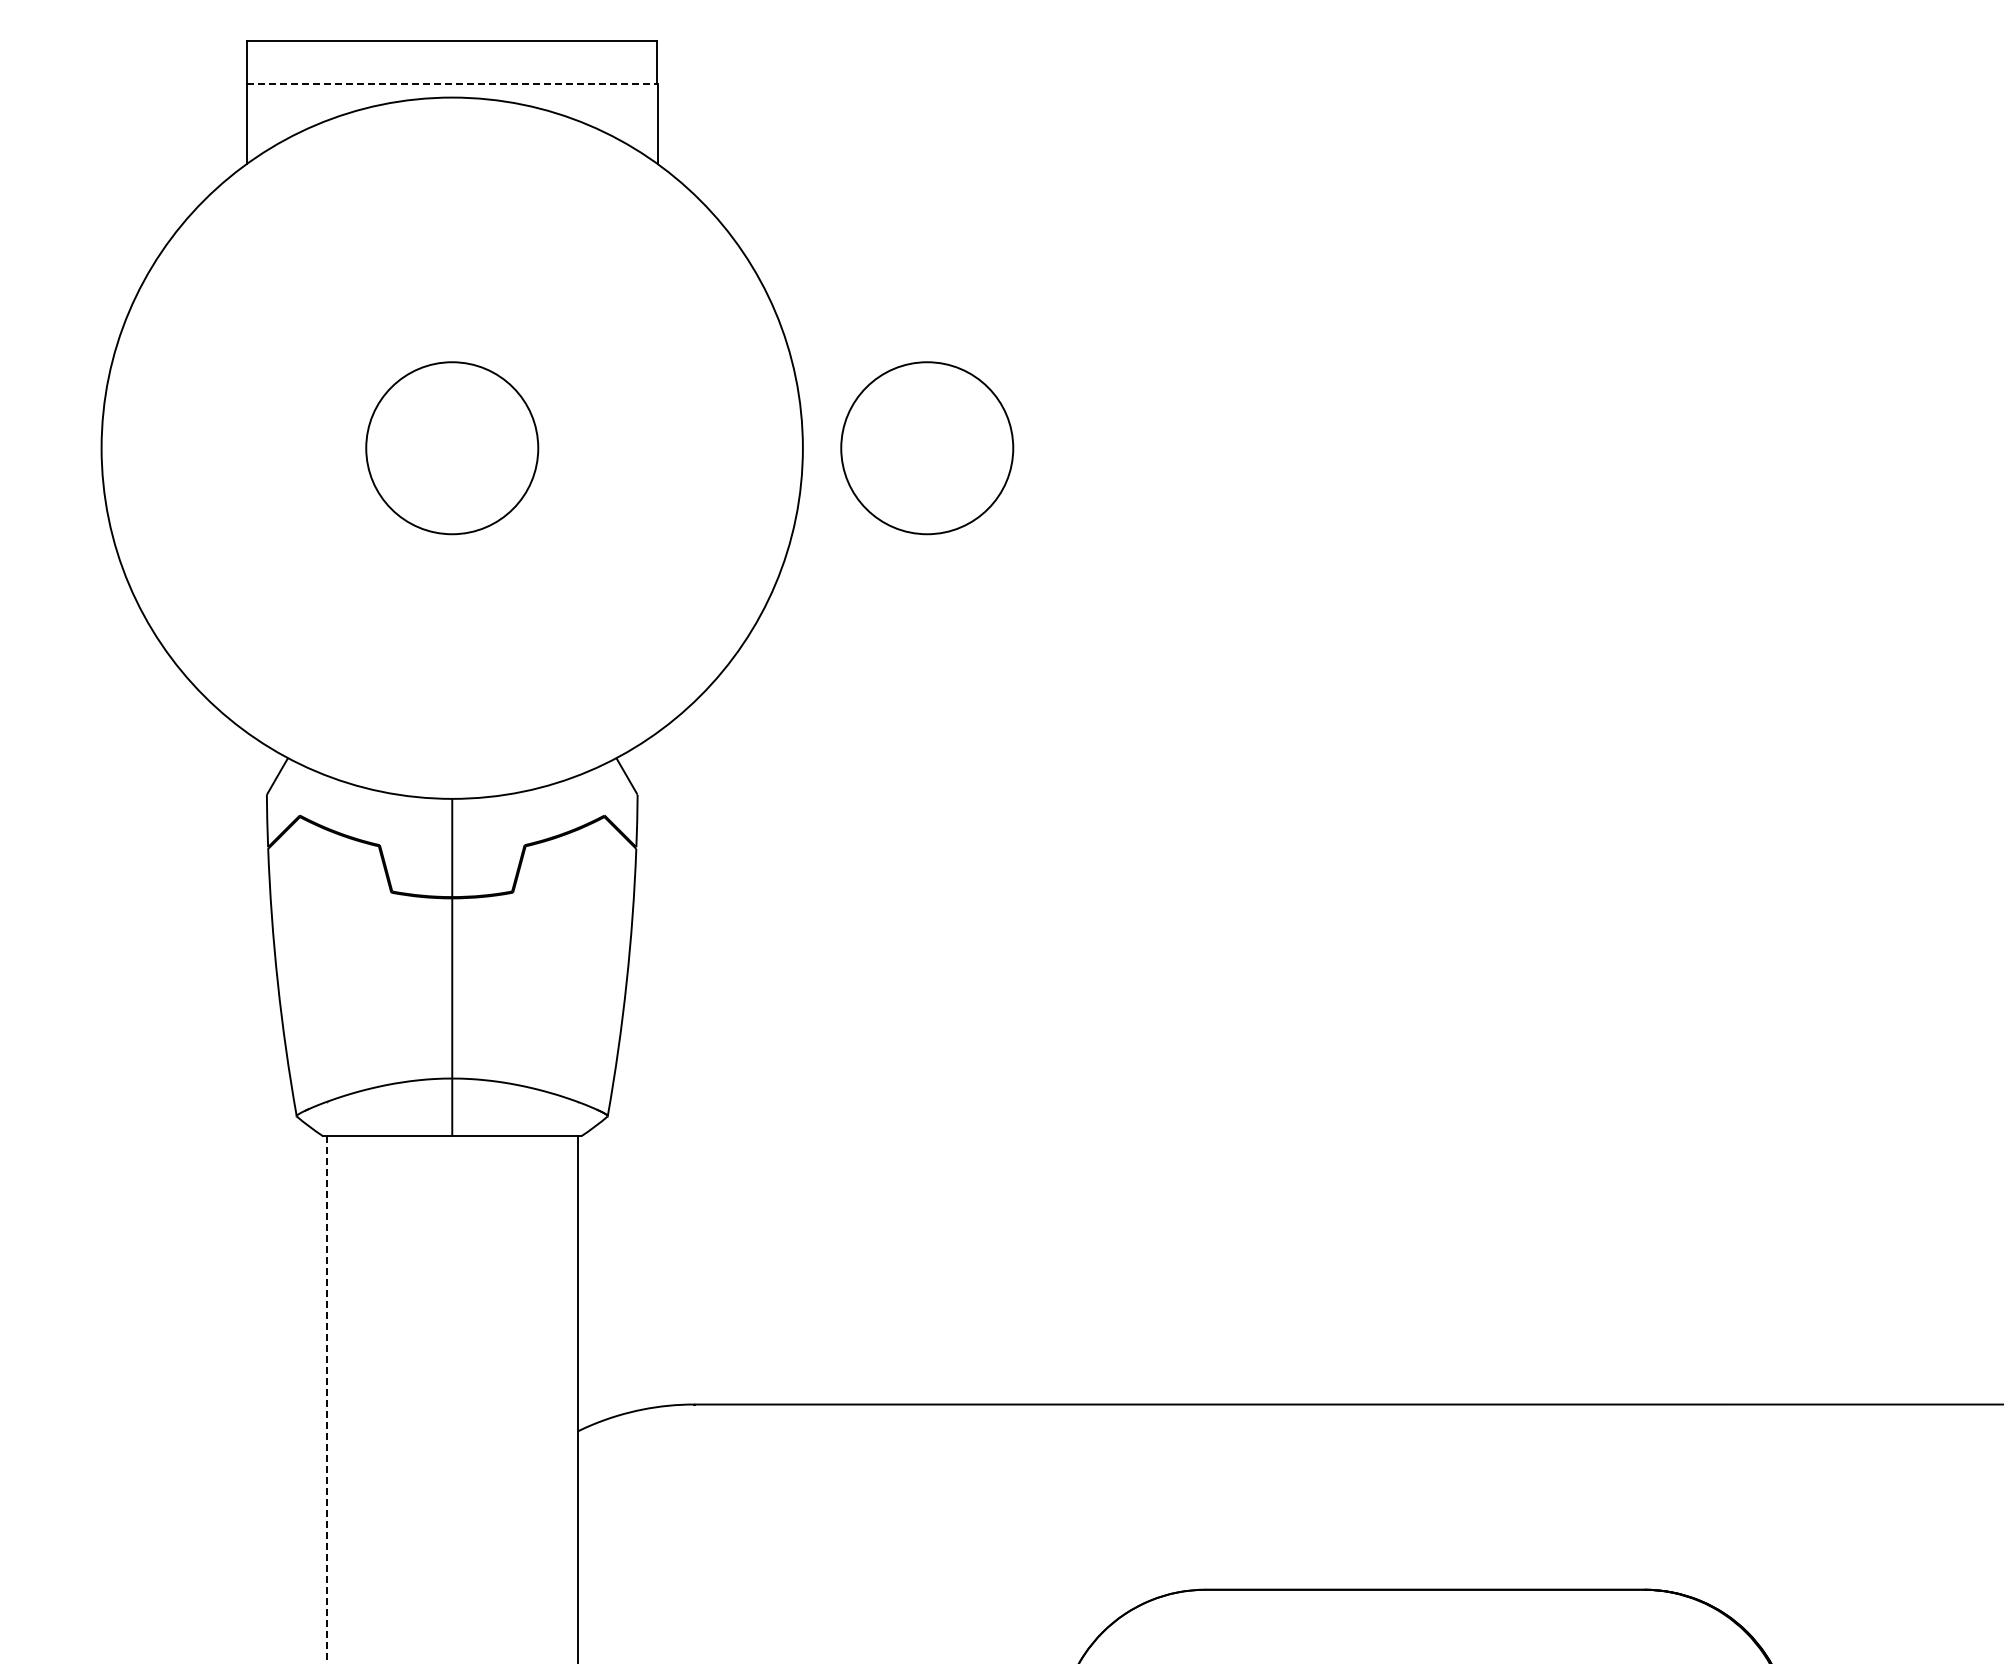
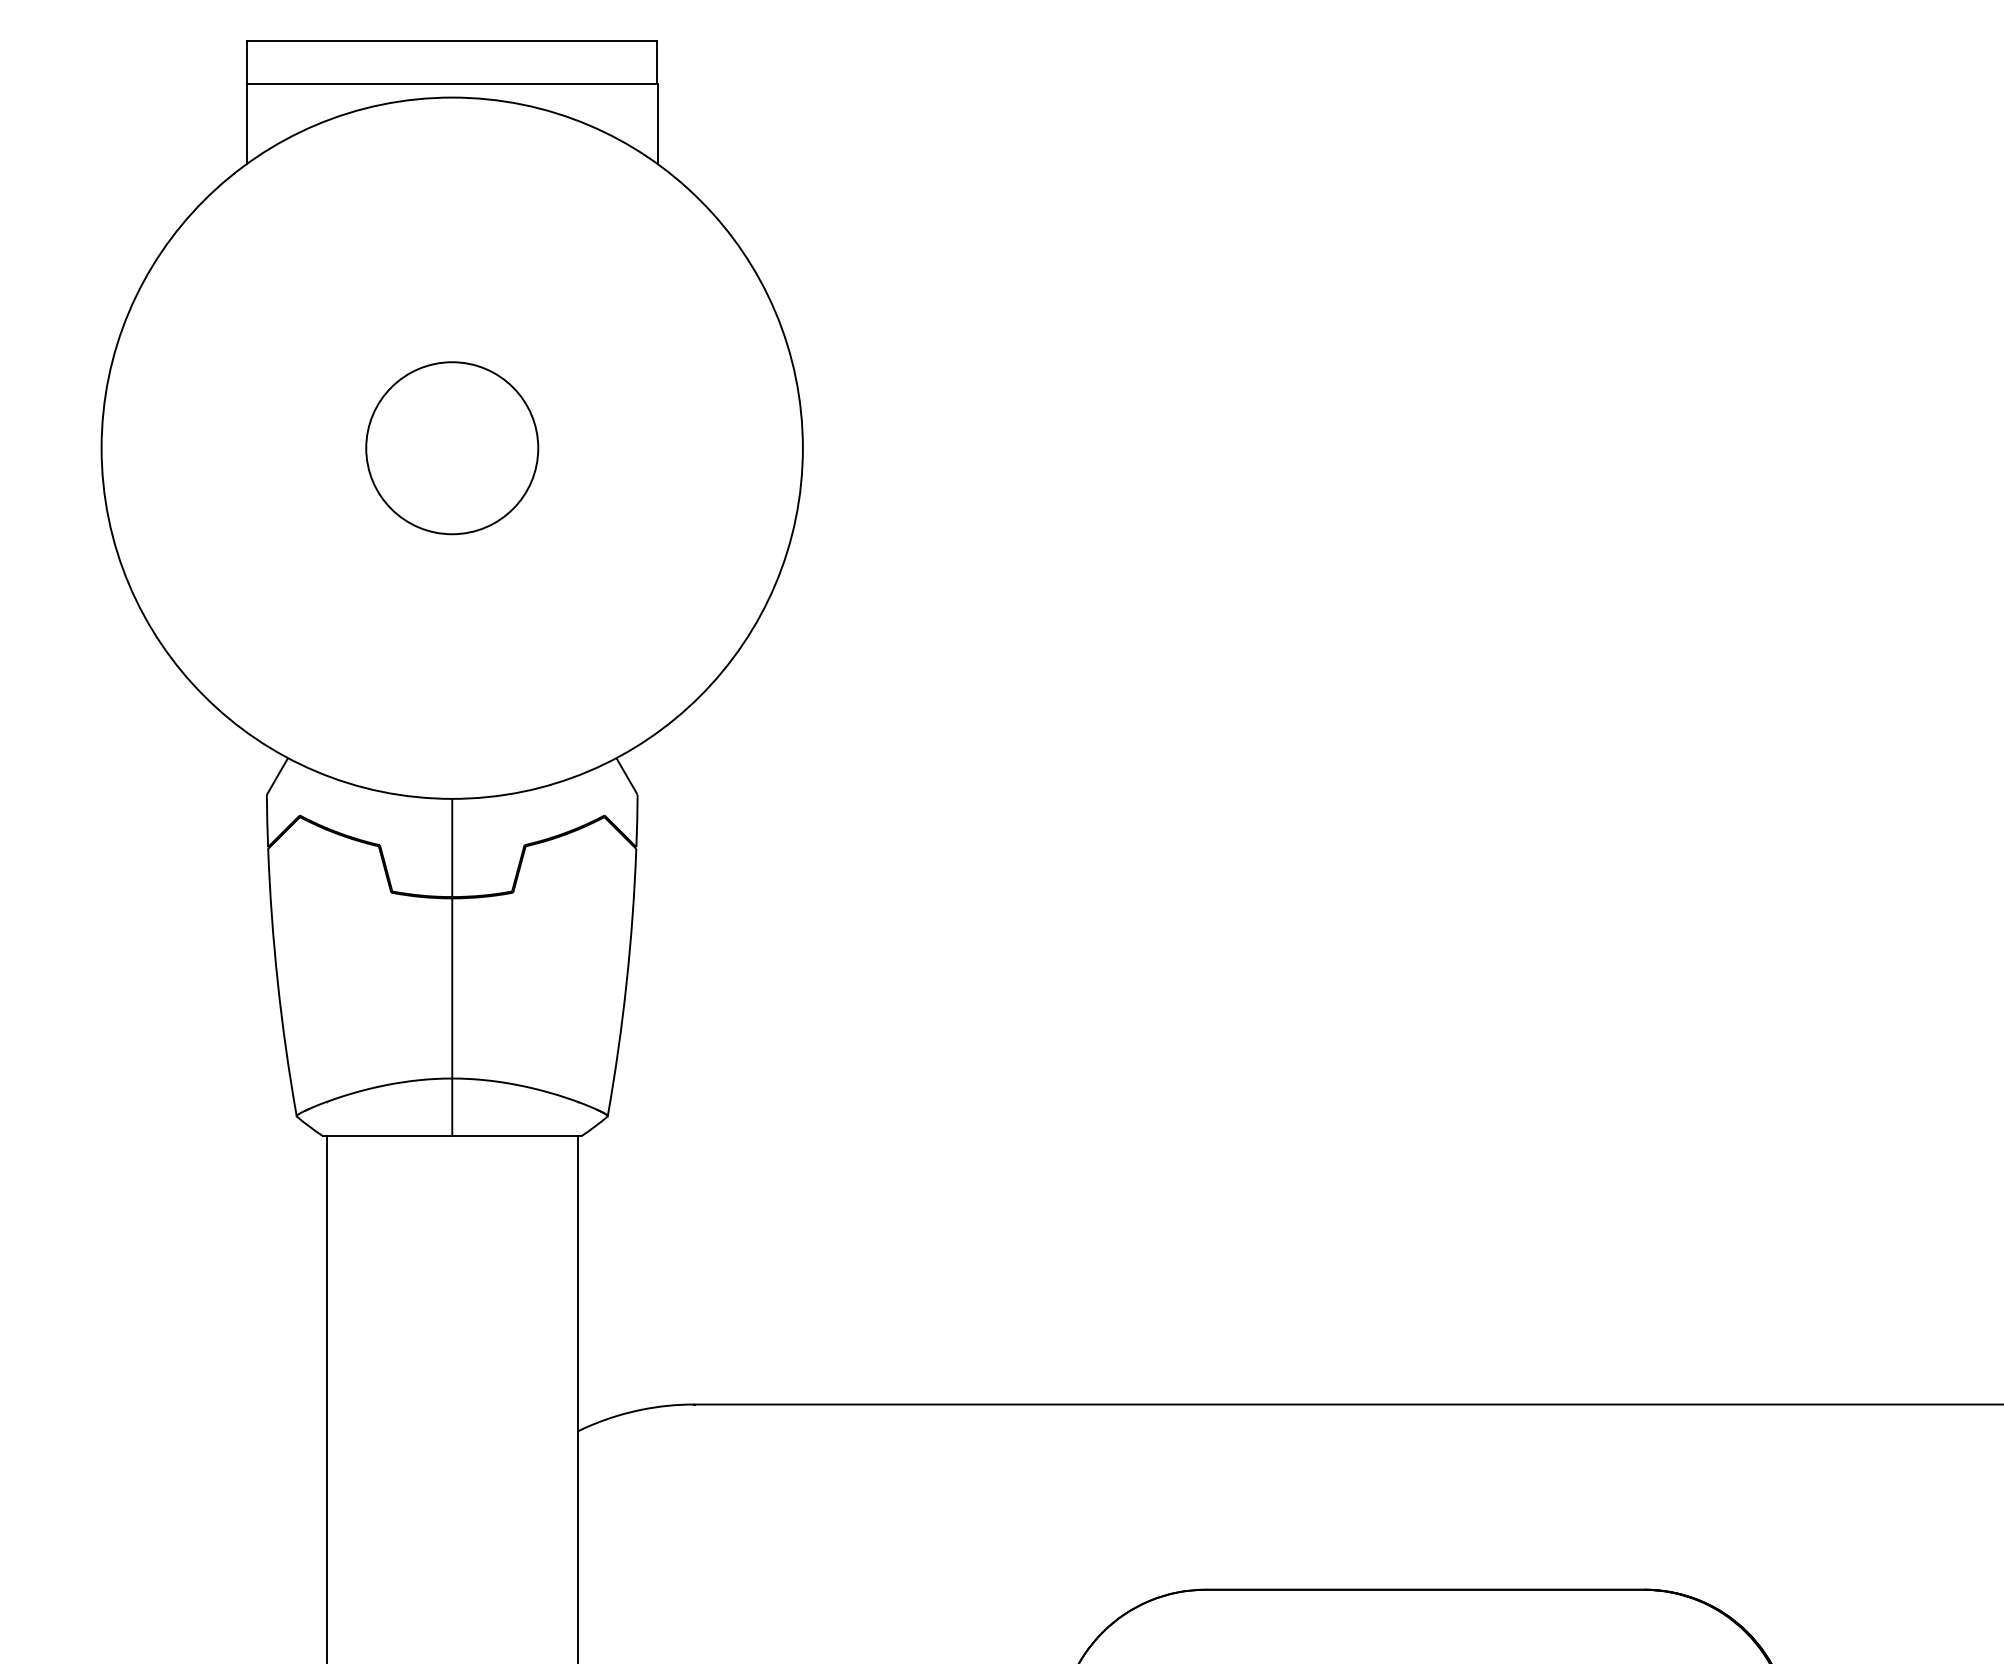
line at (452, 84): dashed -> solid
circle at (927, 448): present -> none
line at (326, 1400): dashed -> solid
